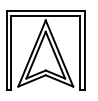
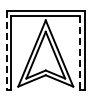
line at (6, 51): solid -> dashed
line at (80, 53): solid -> dashed
